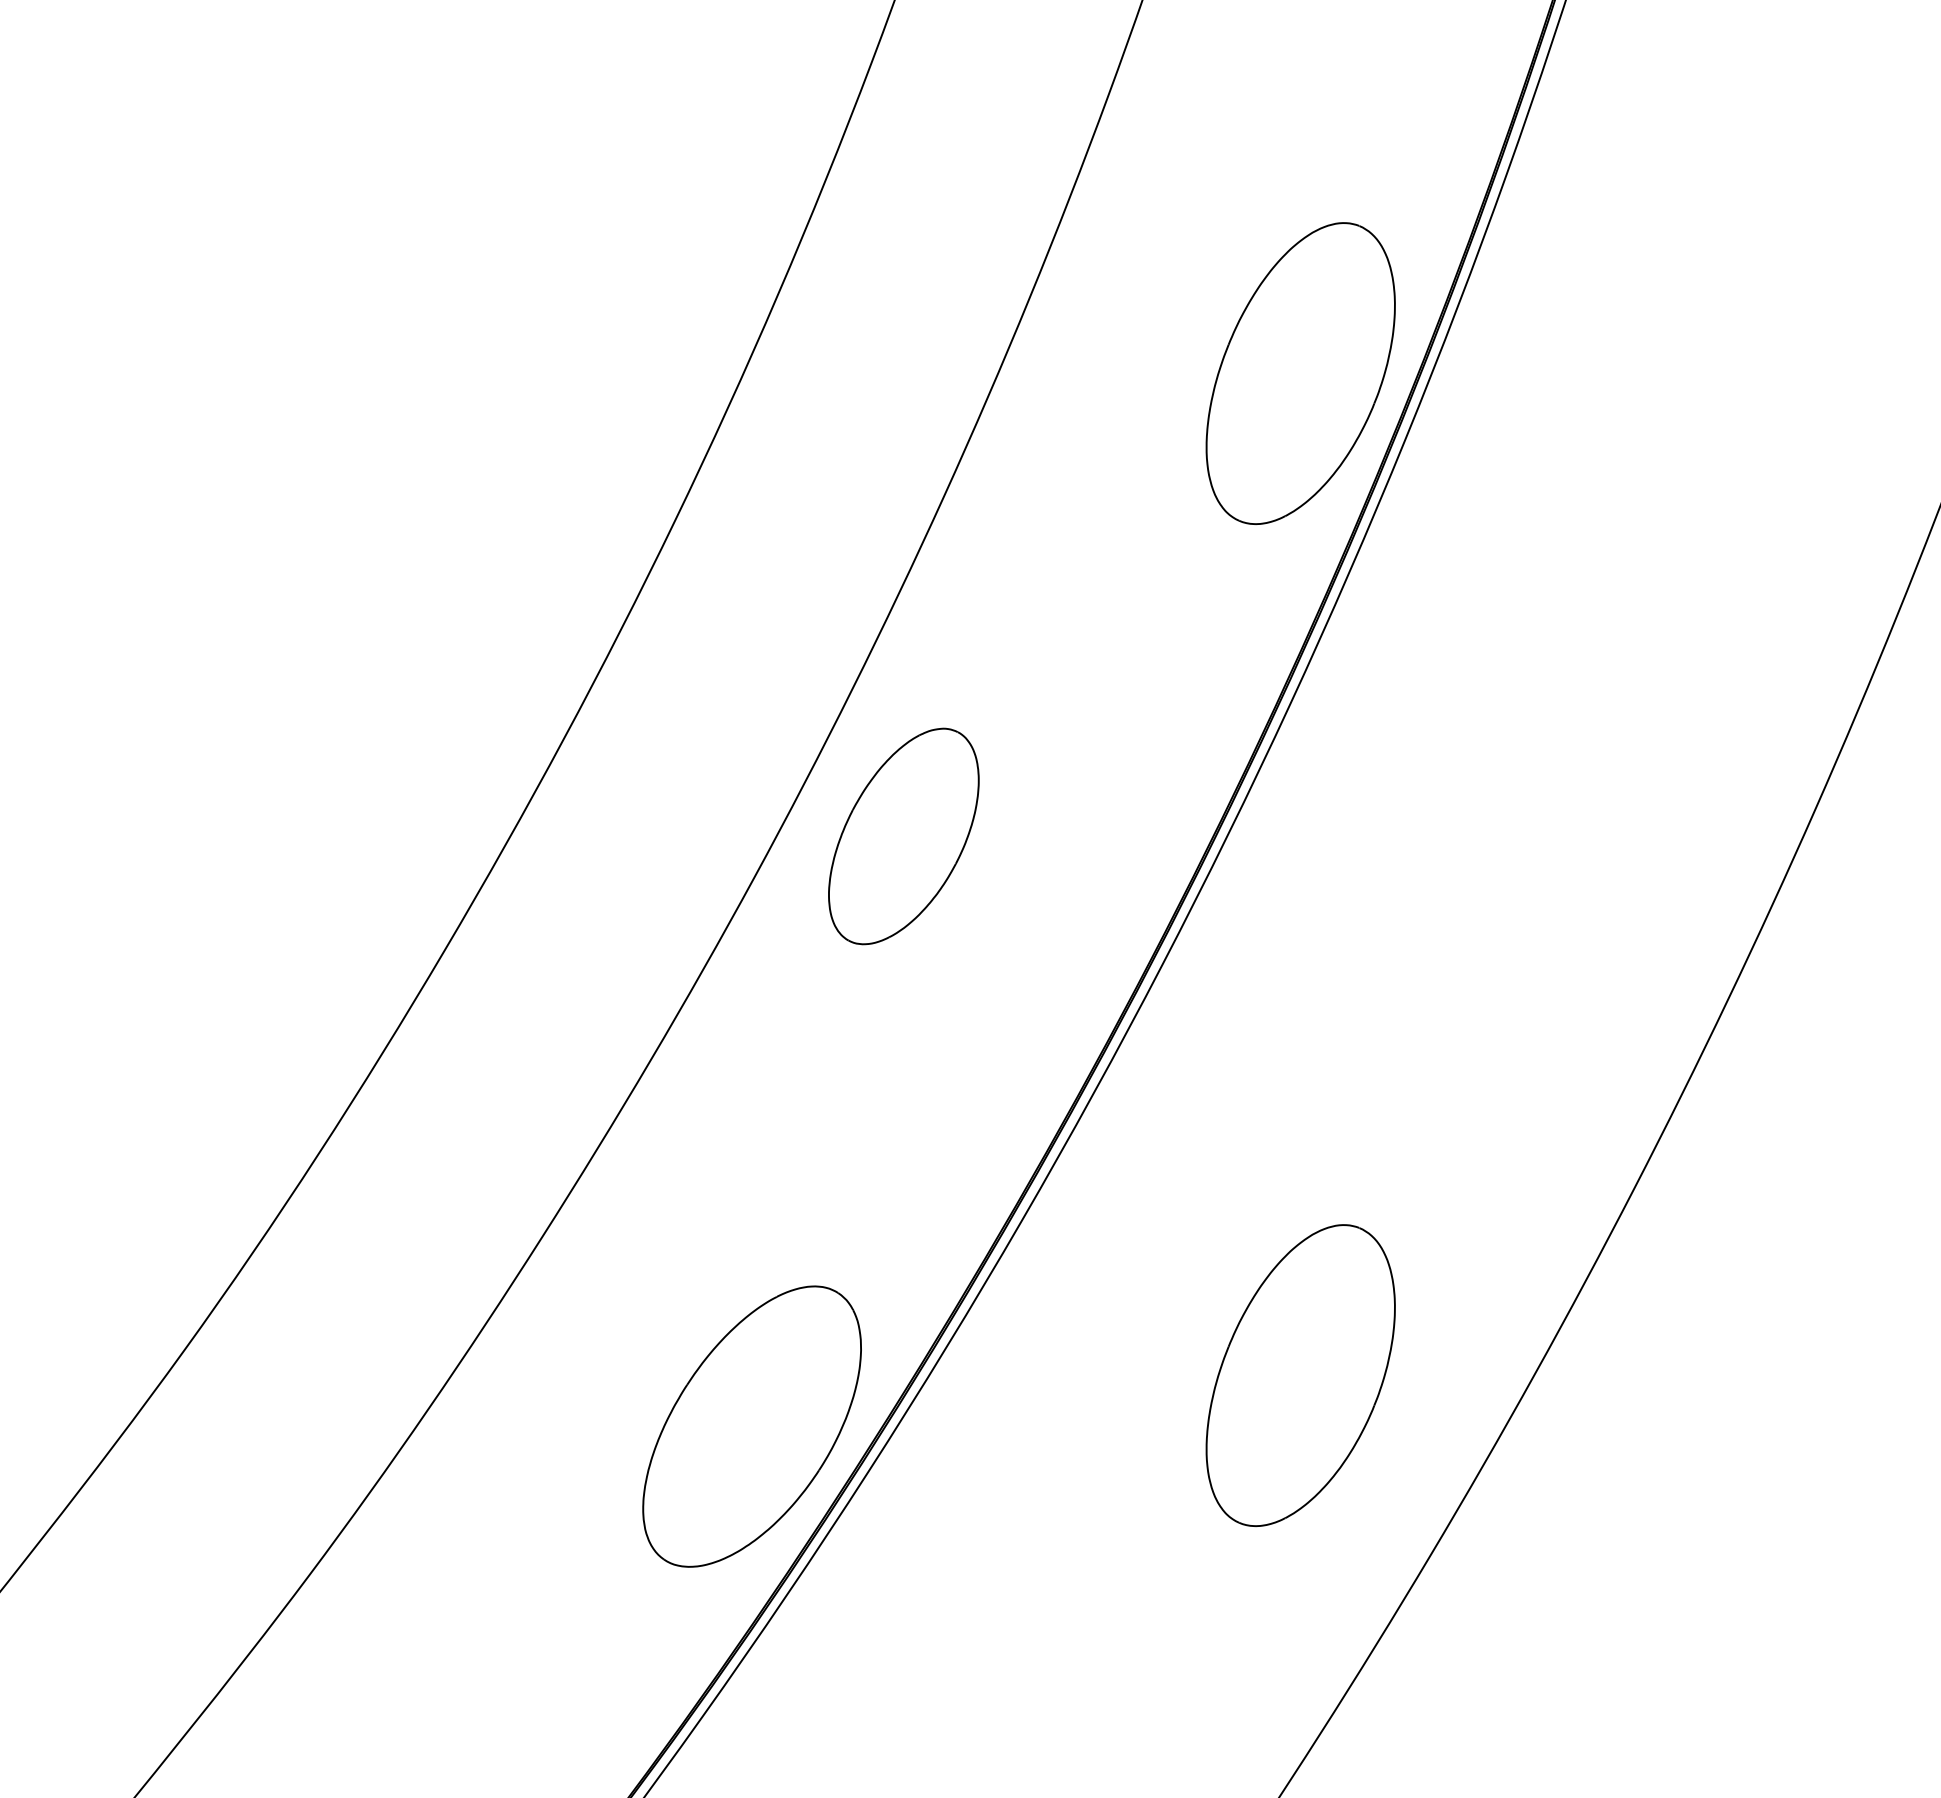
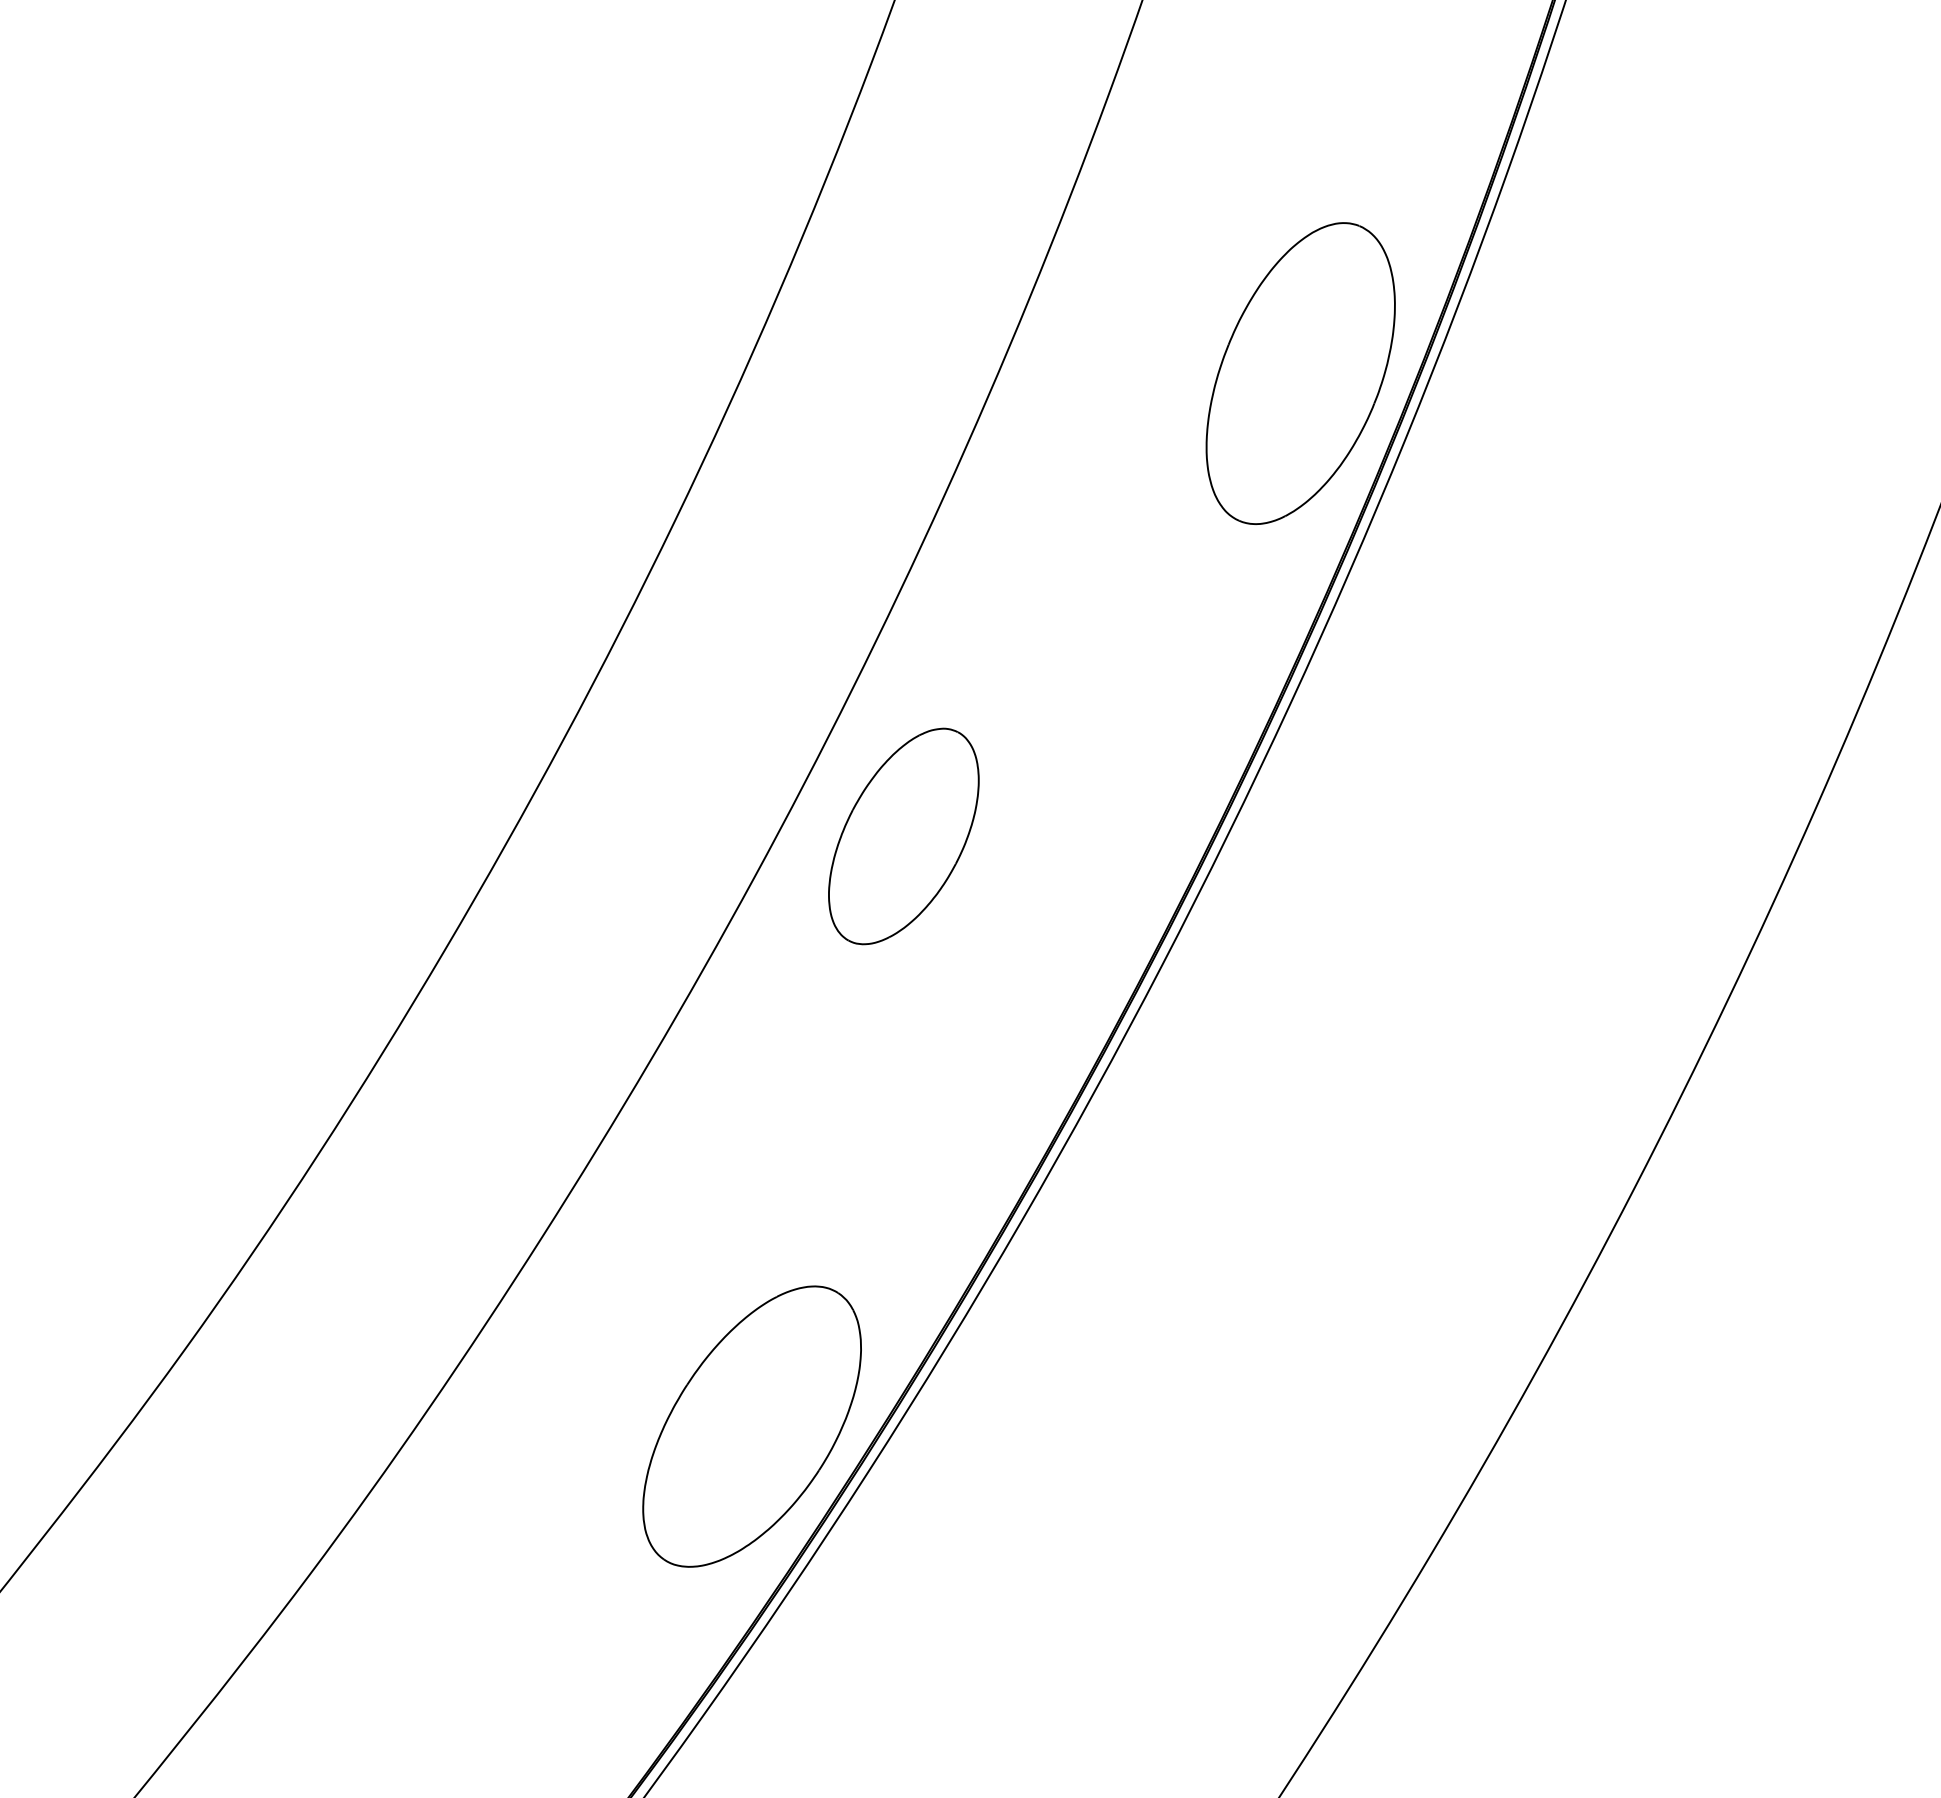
part at (1300, 1375): present -> none
